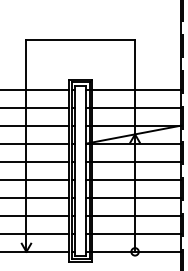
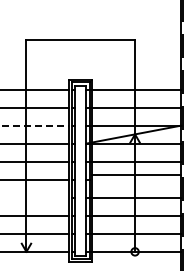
line at (35, 125): solid -> dashed
line at (136, 179) position: (136, 179) -> (136, 174)
line at (35, 197): present -> none
